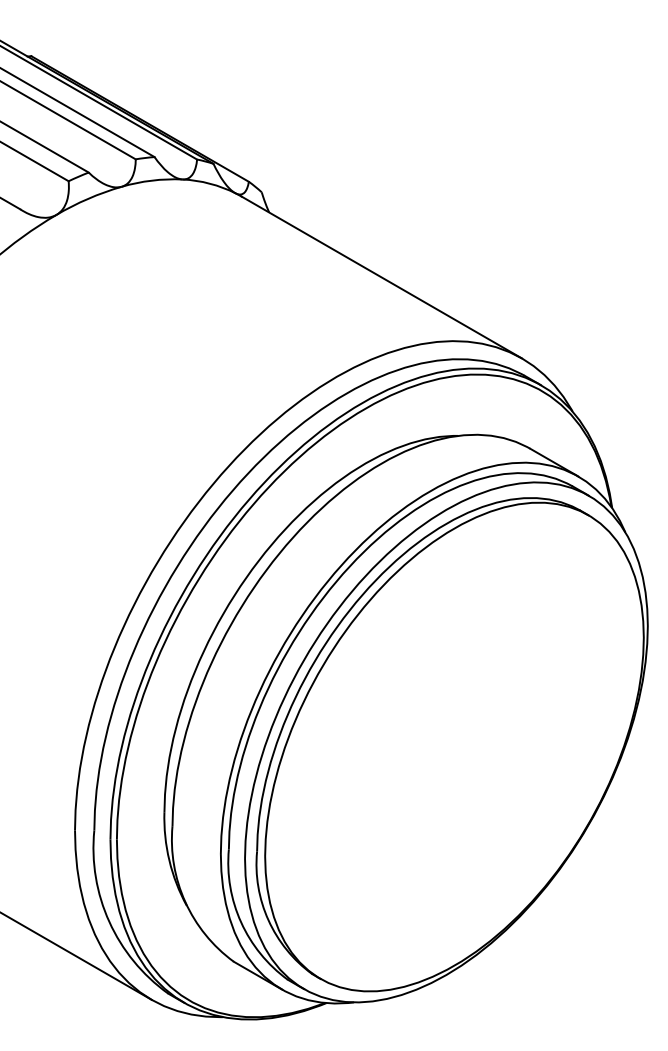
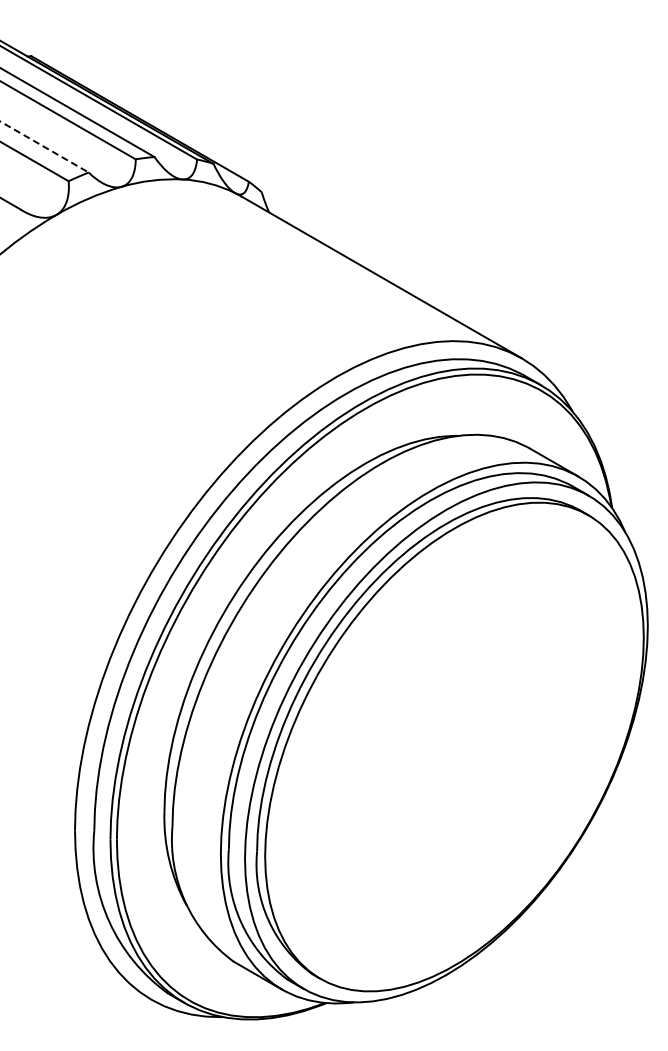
line at (44, 147): solid -> dashed
line at (76, 956): present -> none
